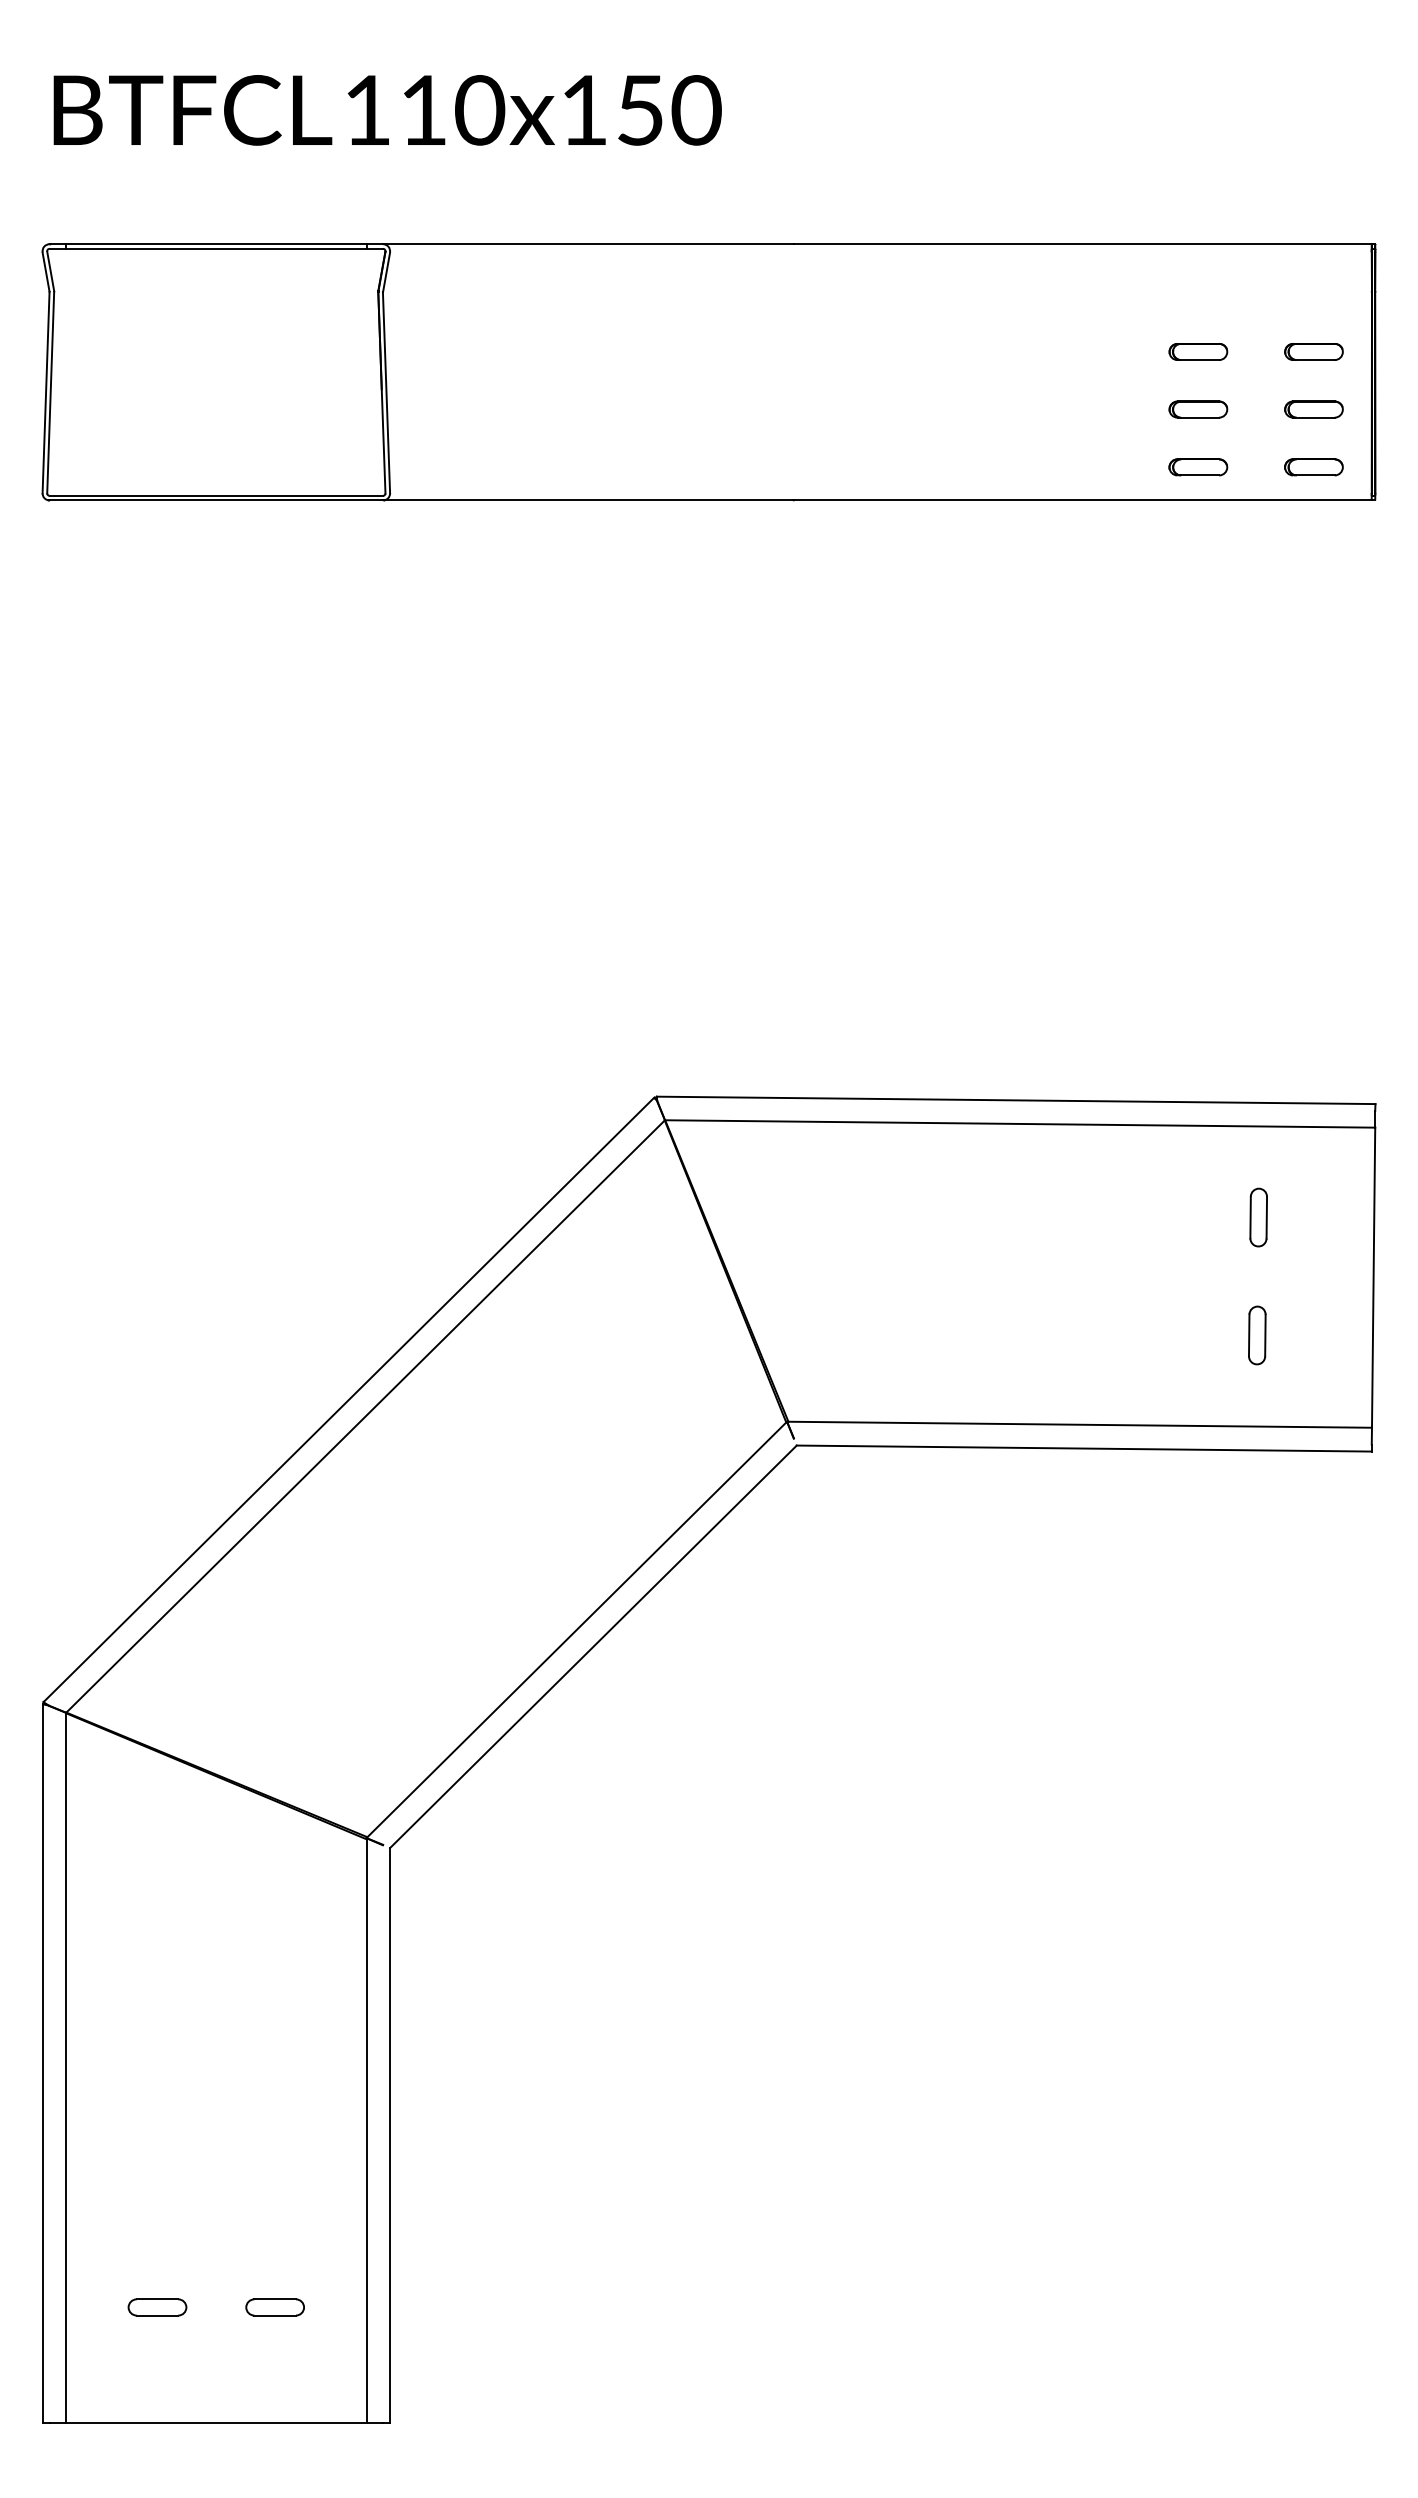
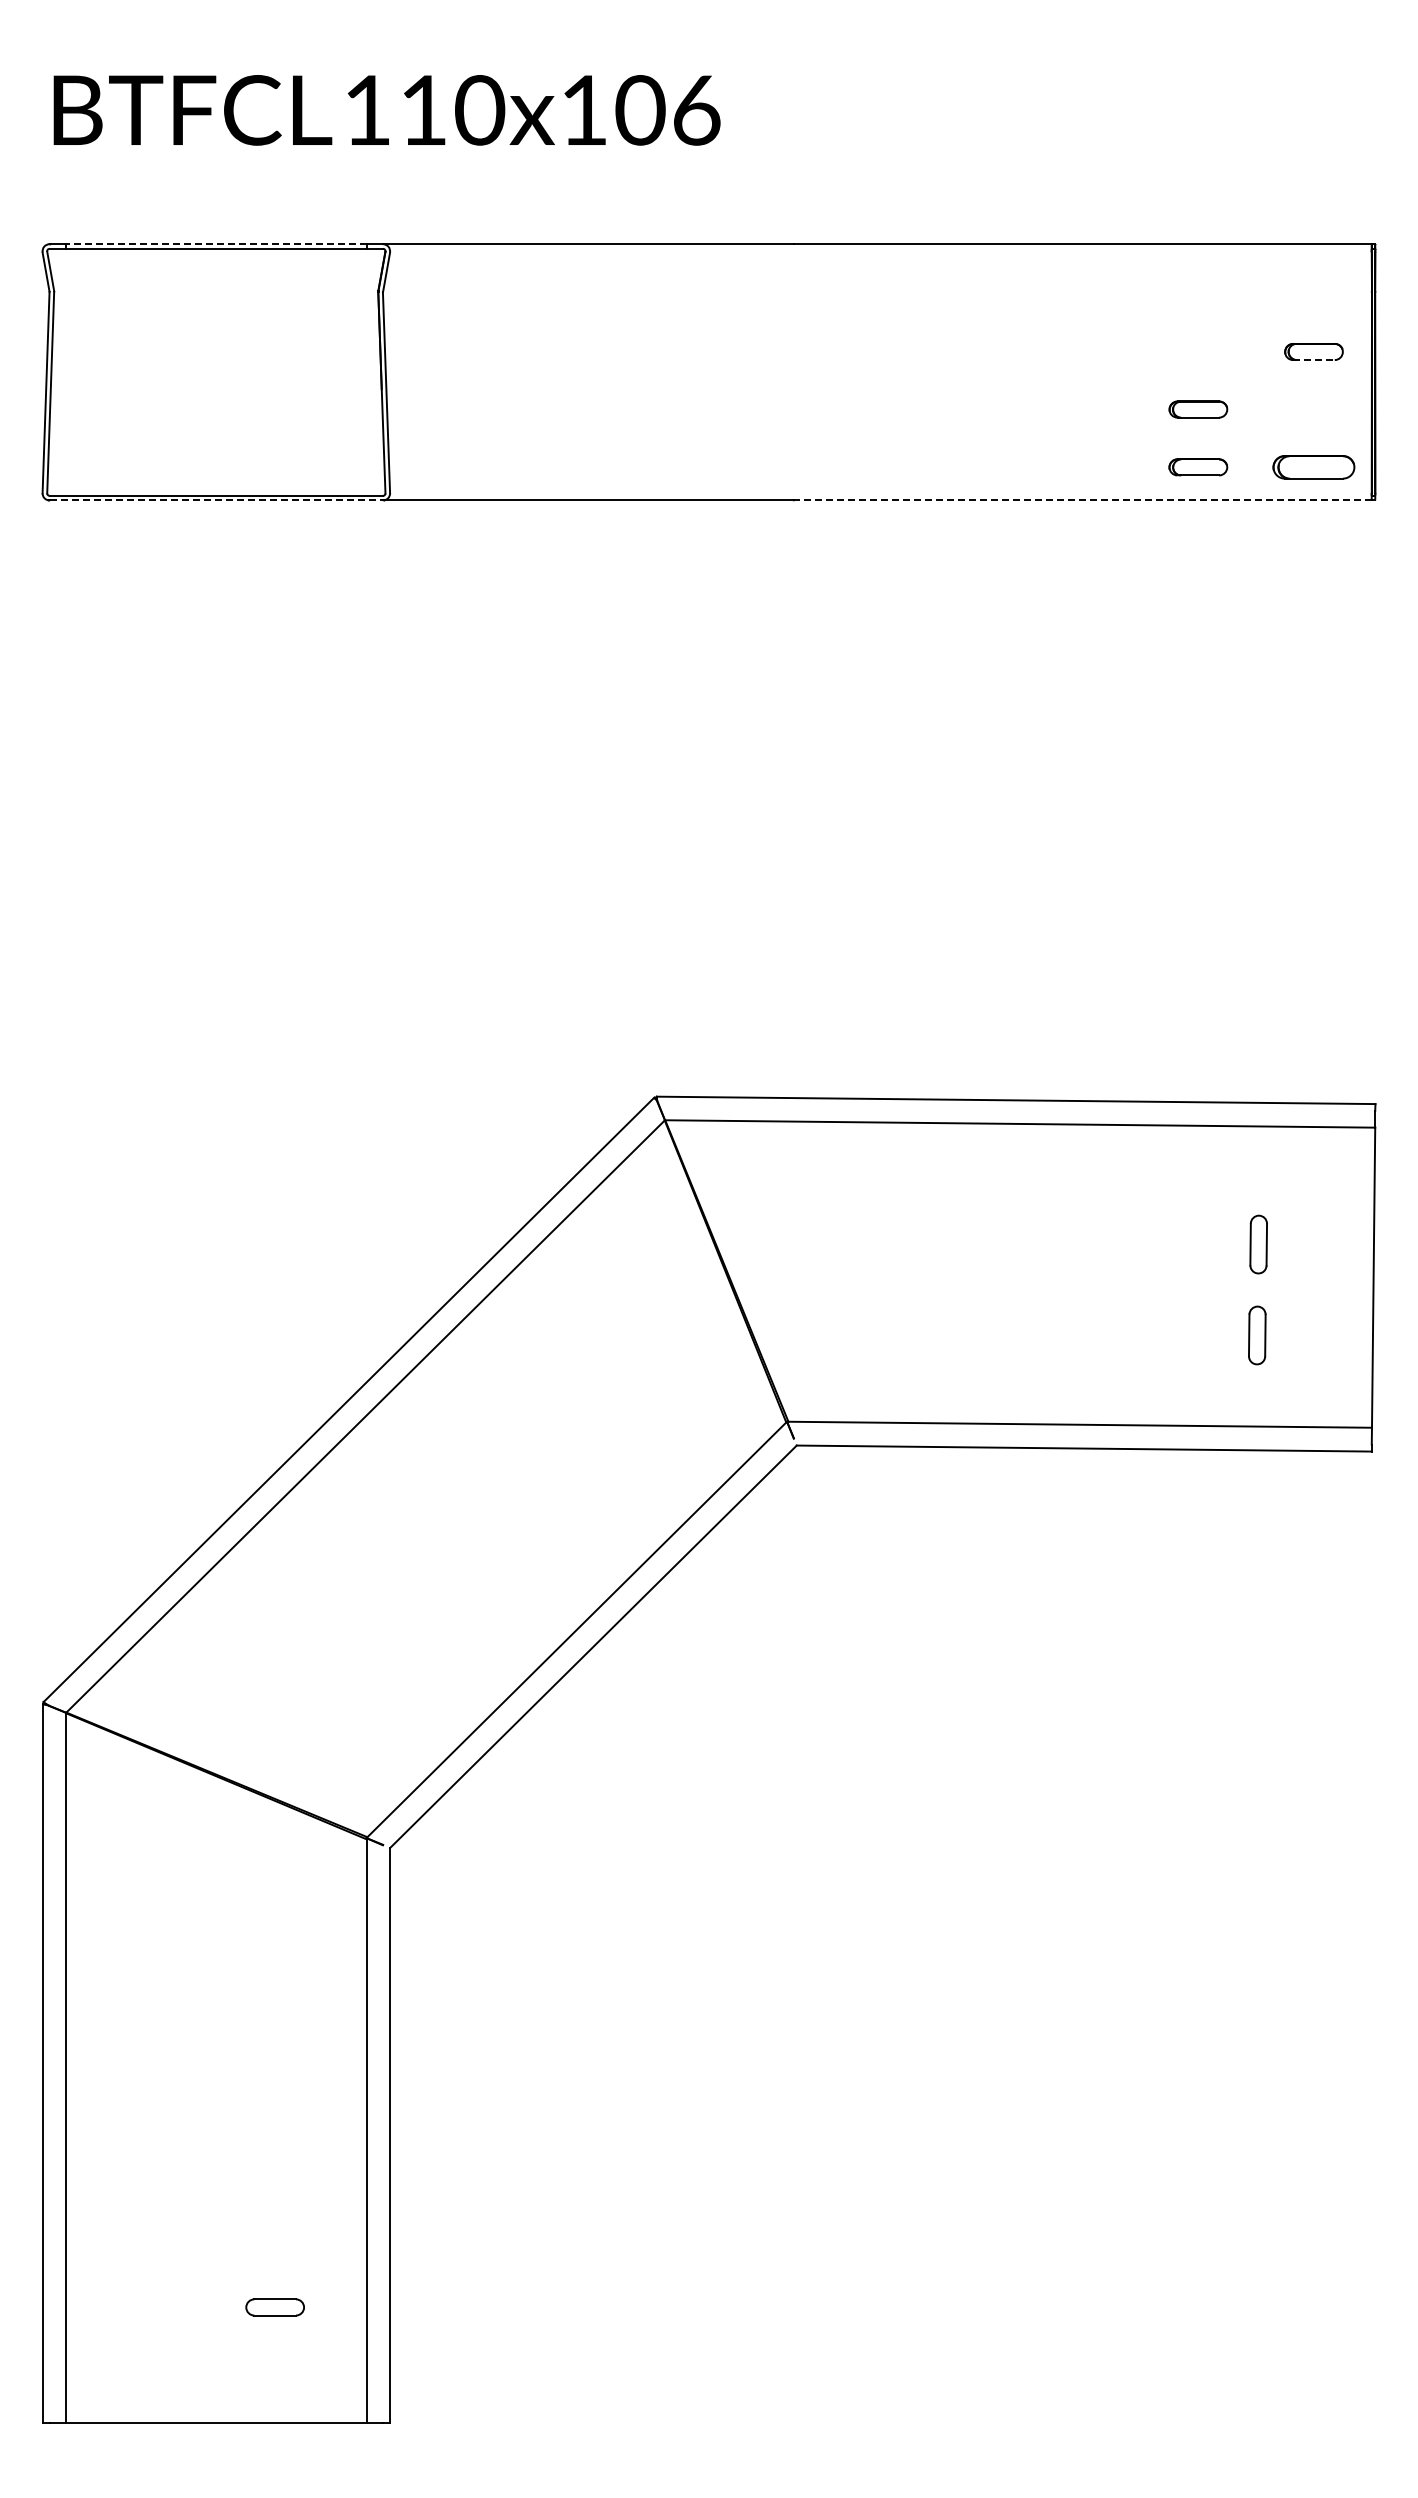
text at (668, 110): 110x150 -> 110x106
line at (215, 244): solid -> dashed
part at (1198, 351): present -> none
line at (1313, 360): solid -> dashed
part at (1313, 409): present -> none
part at (1313, 467) size: 60x19 px -> 84x25 px
line at (216, 500): solid -> dashed
line at (1082, 500): solid -> dashed
part at (1258, 1217) position: (1258, 1217) -> (1258, 1244)
part at (157, 2307): present -> none
